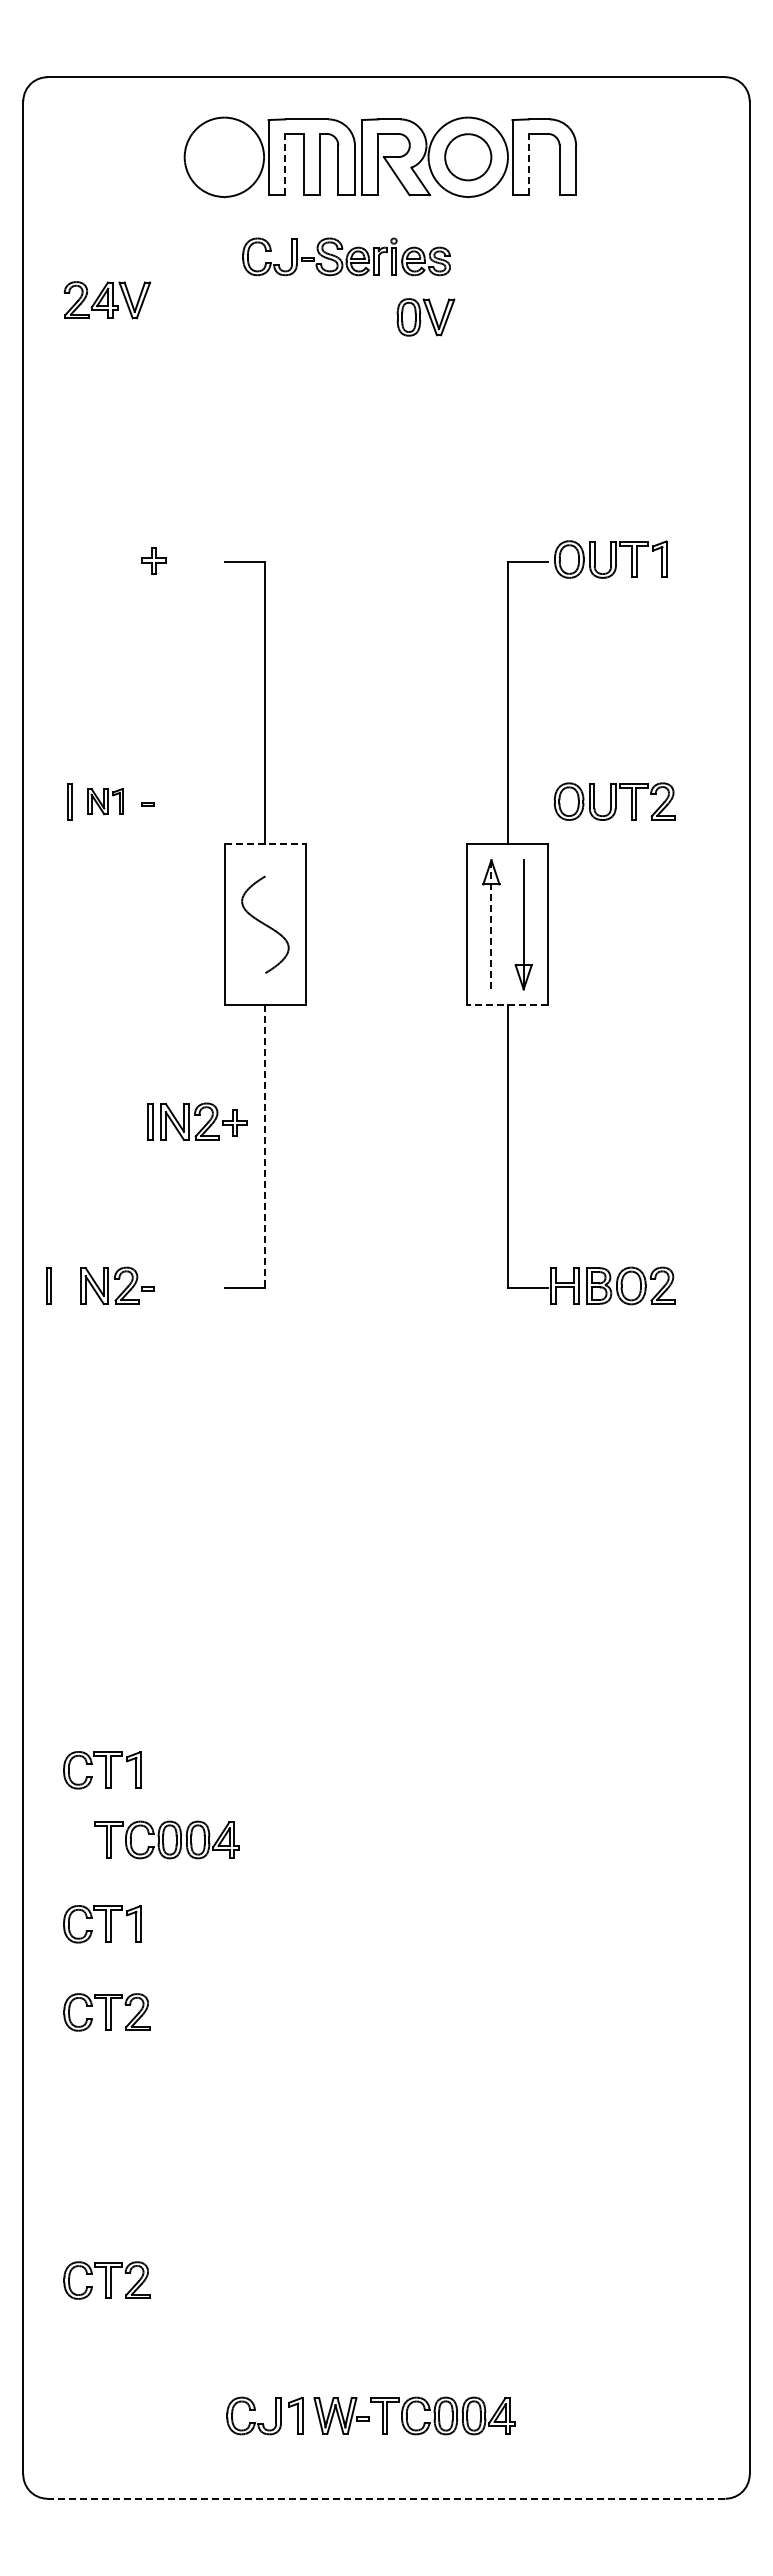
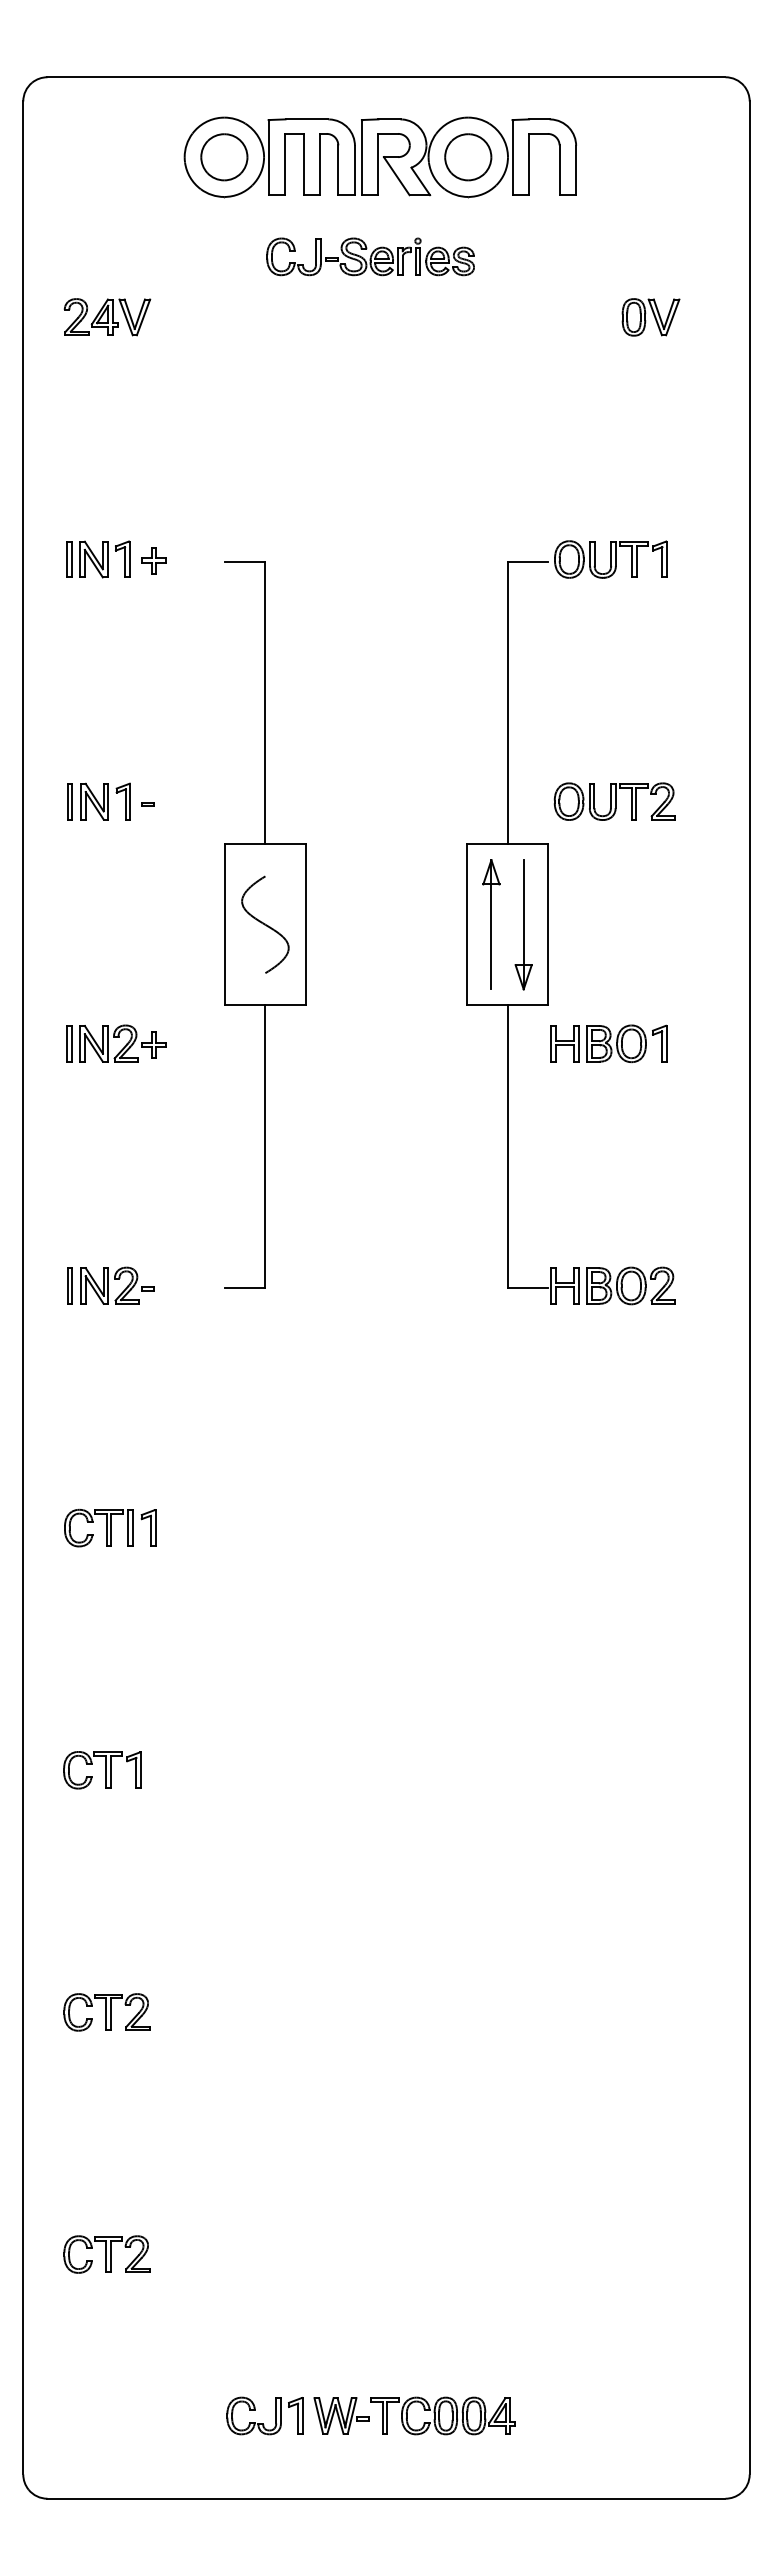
part at (224, 157): none -> present
line at (285, 164): dashed -> solid
line at (529, 164): dashed -> solid
part at (346, 256) position: (346, 256) -> (370, 256)
part at (107, 300) position: (107, 300) -> (107, 317)
part at (425, 317) position: (425, 317) -> (650, 317)
part at (98, 559): none -> present
part at (105, 801) size: 37x28 px -> 51x39 px
line at (265, 844): dashed -> solid
line at (491, 924): dashed -> solid
line at (507, 1005): dashed -> solid
part at (608, 1043): none -> present
part at (197, 1121) position: (197, 1121) -> (116, 1043)
line at (265, 1147): dashed -> solid
part at (48, 1285) position: (48, 1285) -> (69, 1285)
part at (110, 1527): none -> present
part at (166, 1839): present -> none
part at (102, 1924): present -> none
part at (106, 2280) position: (106, 2280) -> (106, 2254)
line at (385, 2498): dashed -> solid
